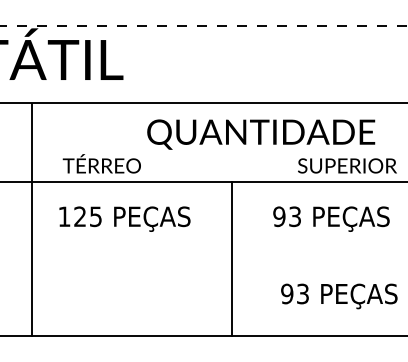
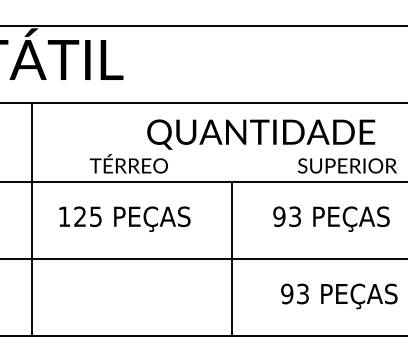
line at (203, 25): dashed -> solid
text at (101, 163) position: (101, 163) -> (128, 163)
line at (203, 258): none -> present
